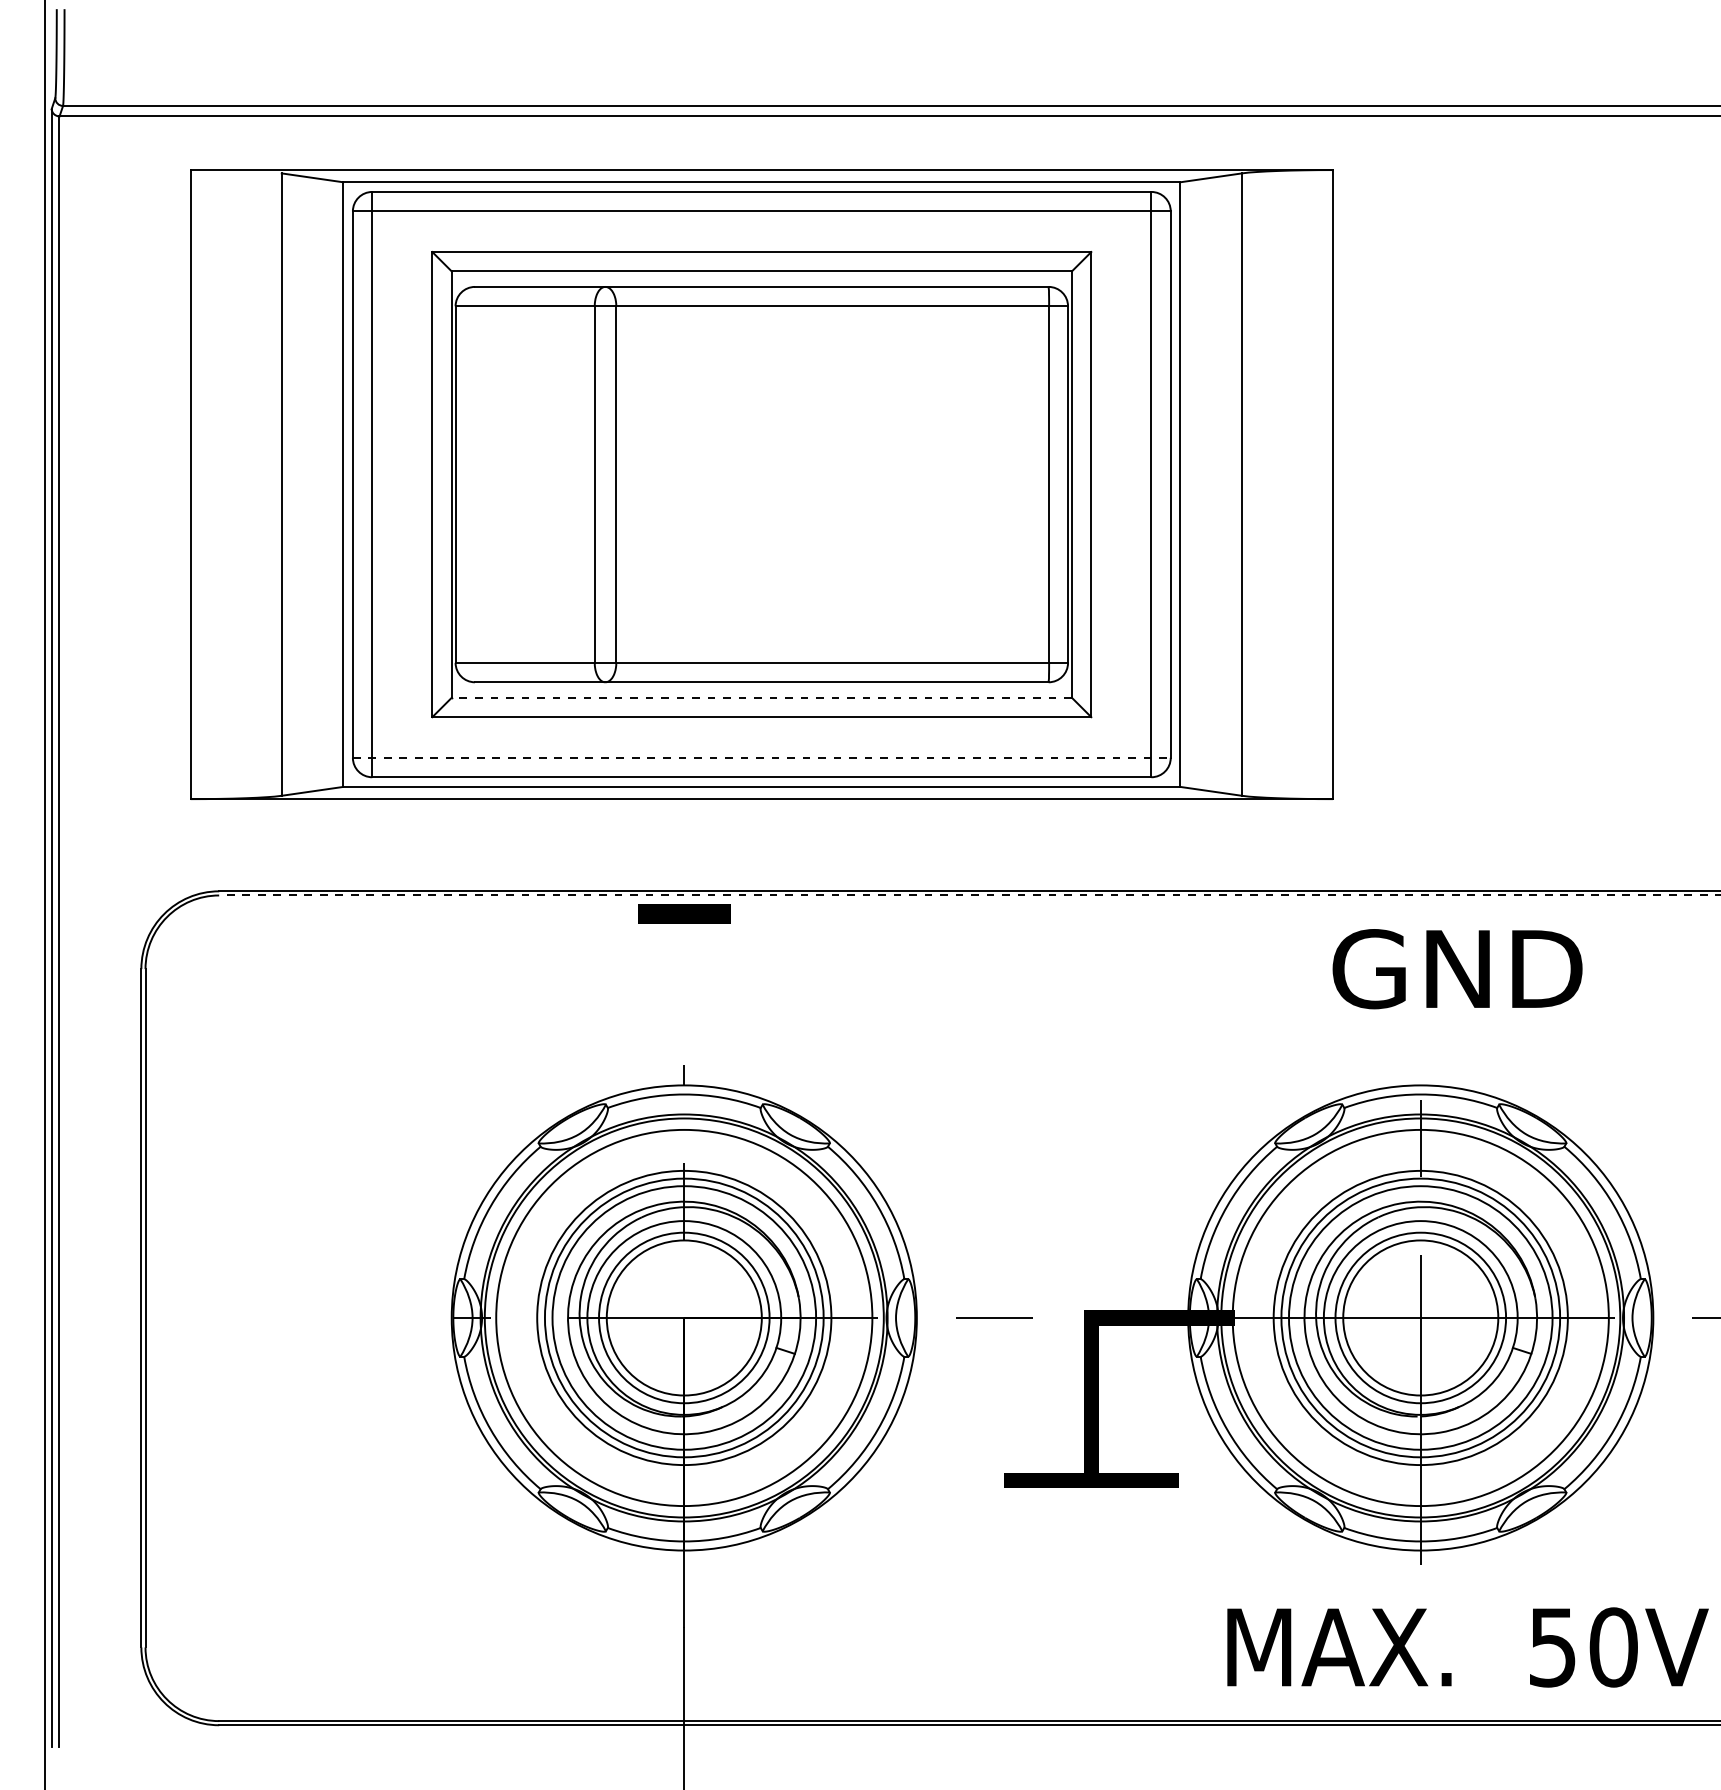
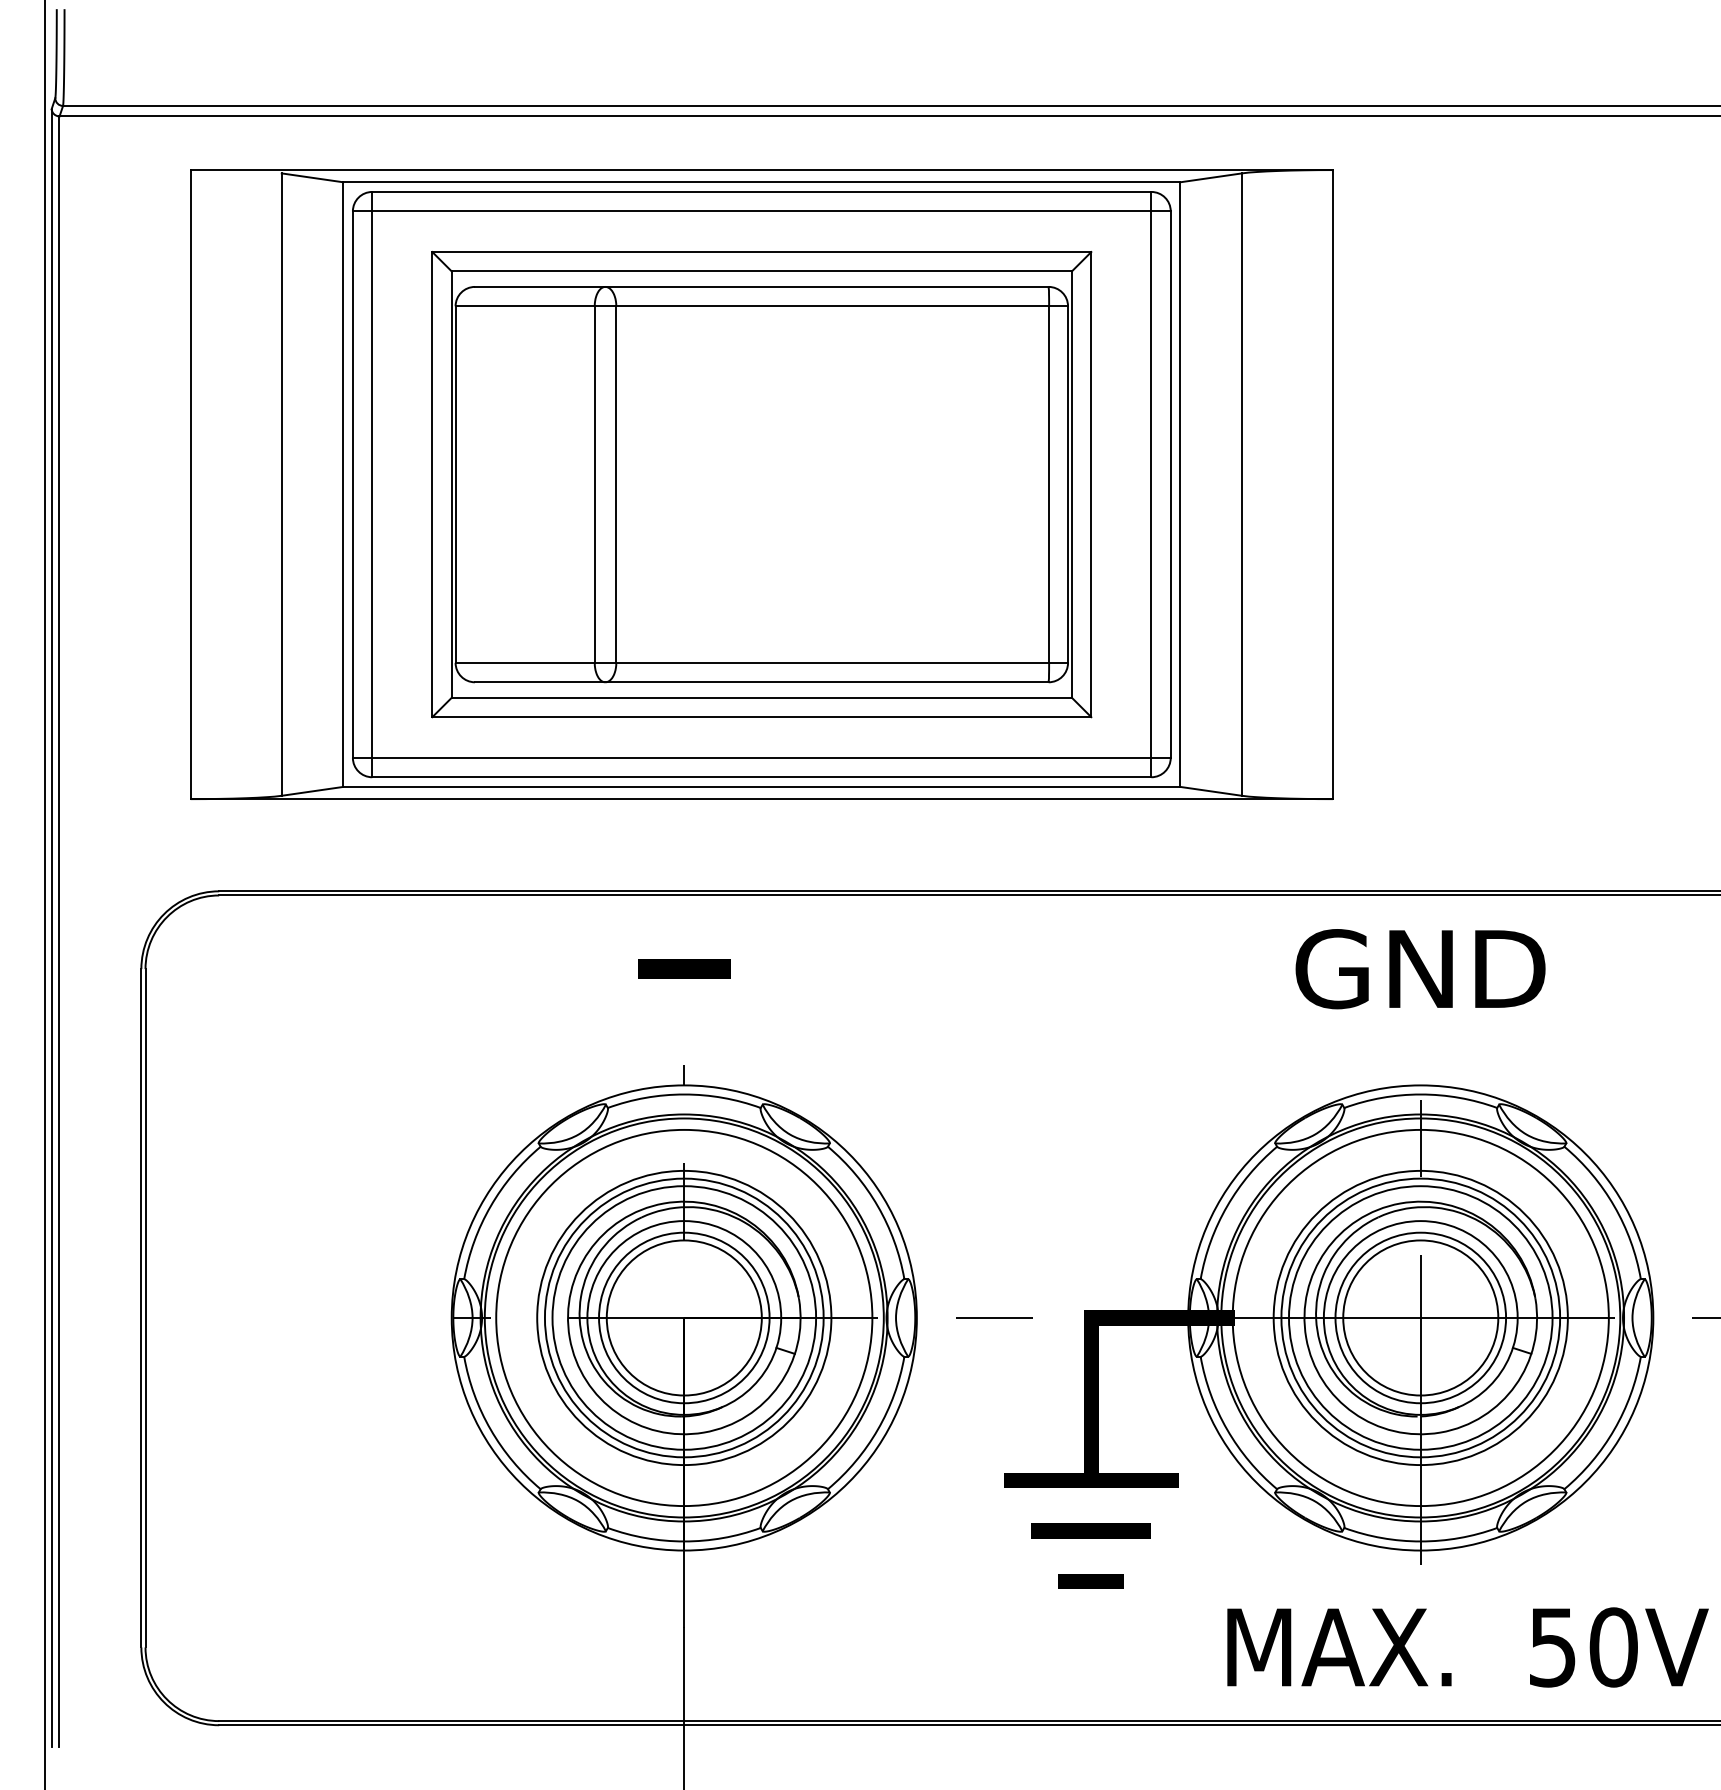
line at (761, 697): dashed -> solid
line at (761, 757): dashed -> solid
line at (969, 895): dashed -> solid
line at (684, 913) position: (684, 913) -> (684, 968)
text at (1457, 969) position: (1457, 969) -> (1420, 969)
line at (1090, 1530): none -> present
line at (1090, 1581): none -> present
